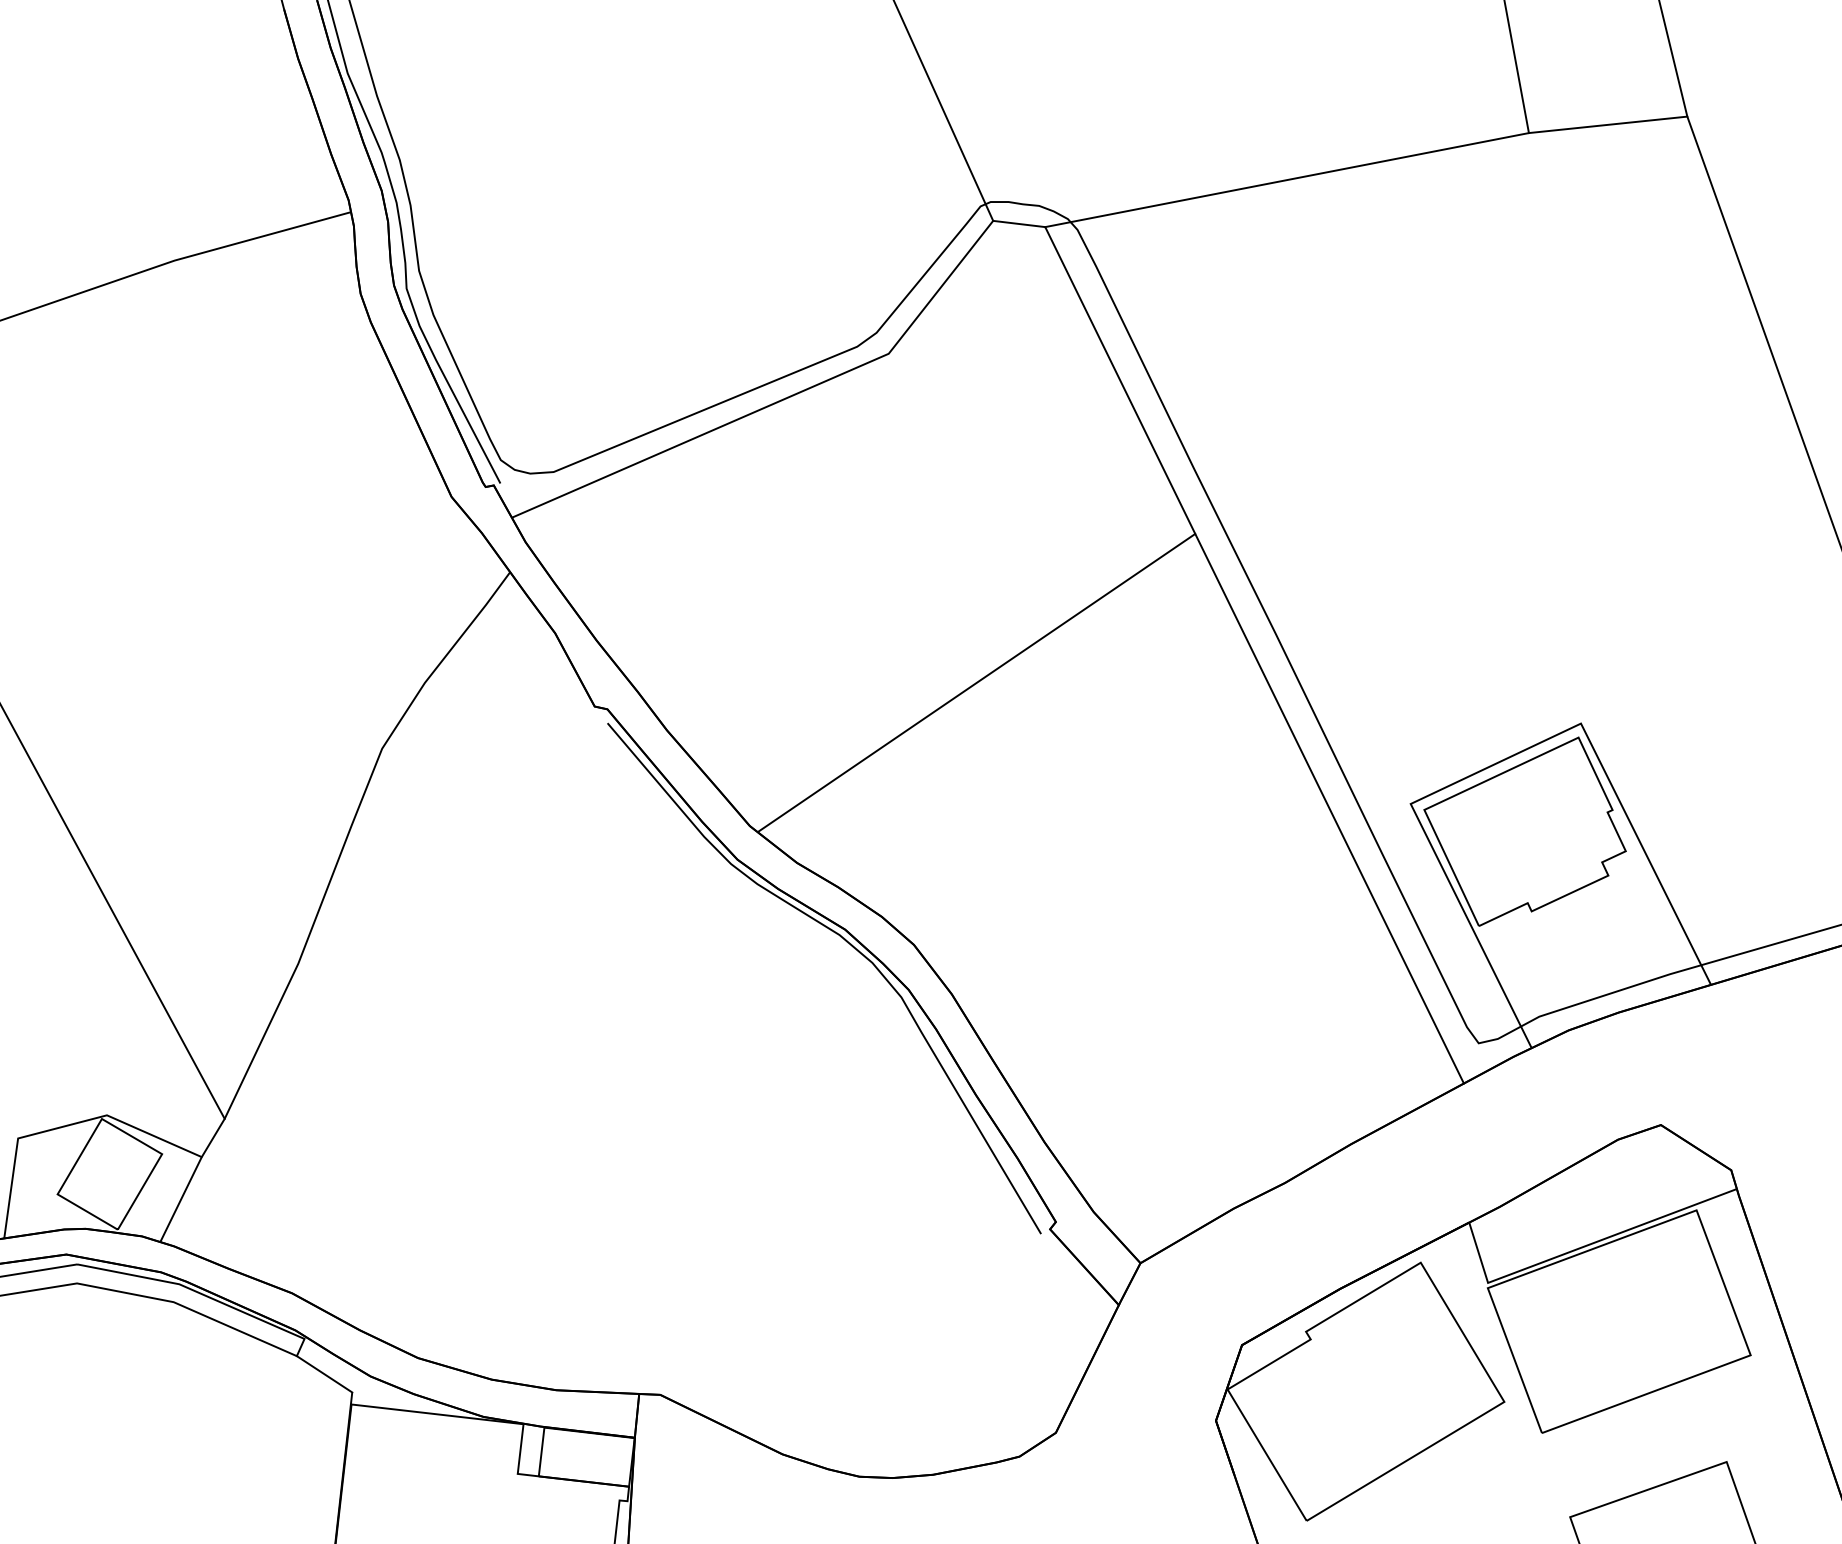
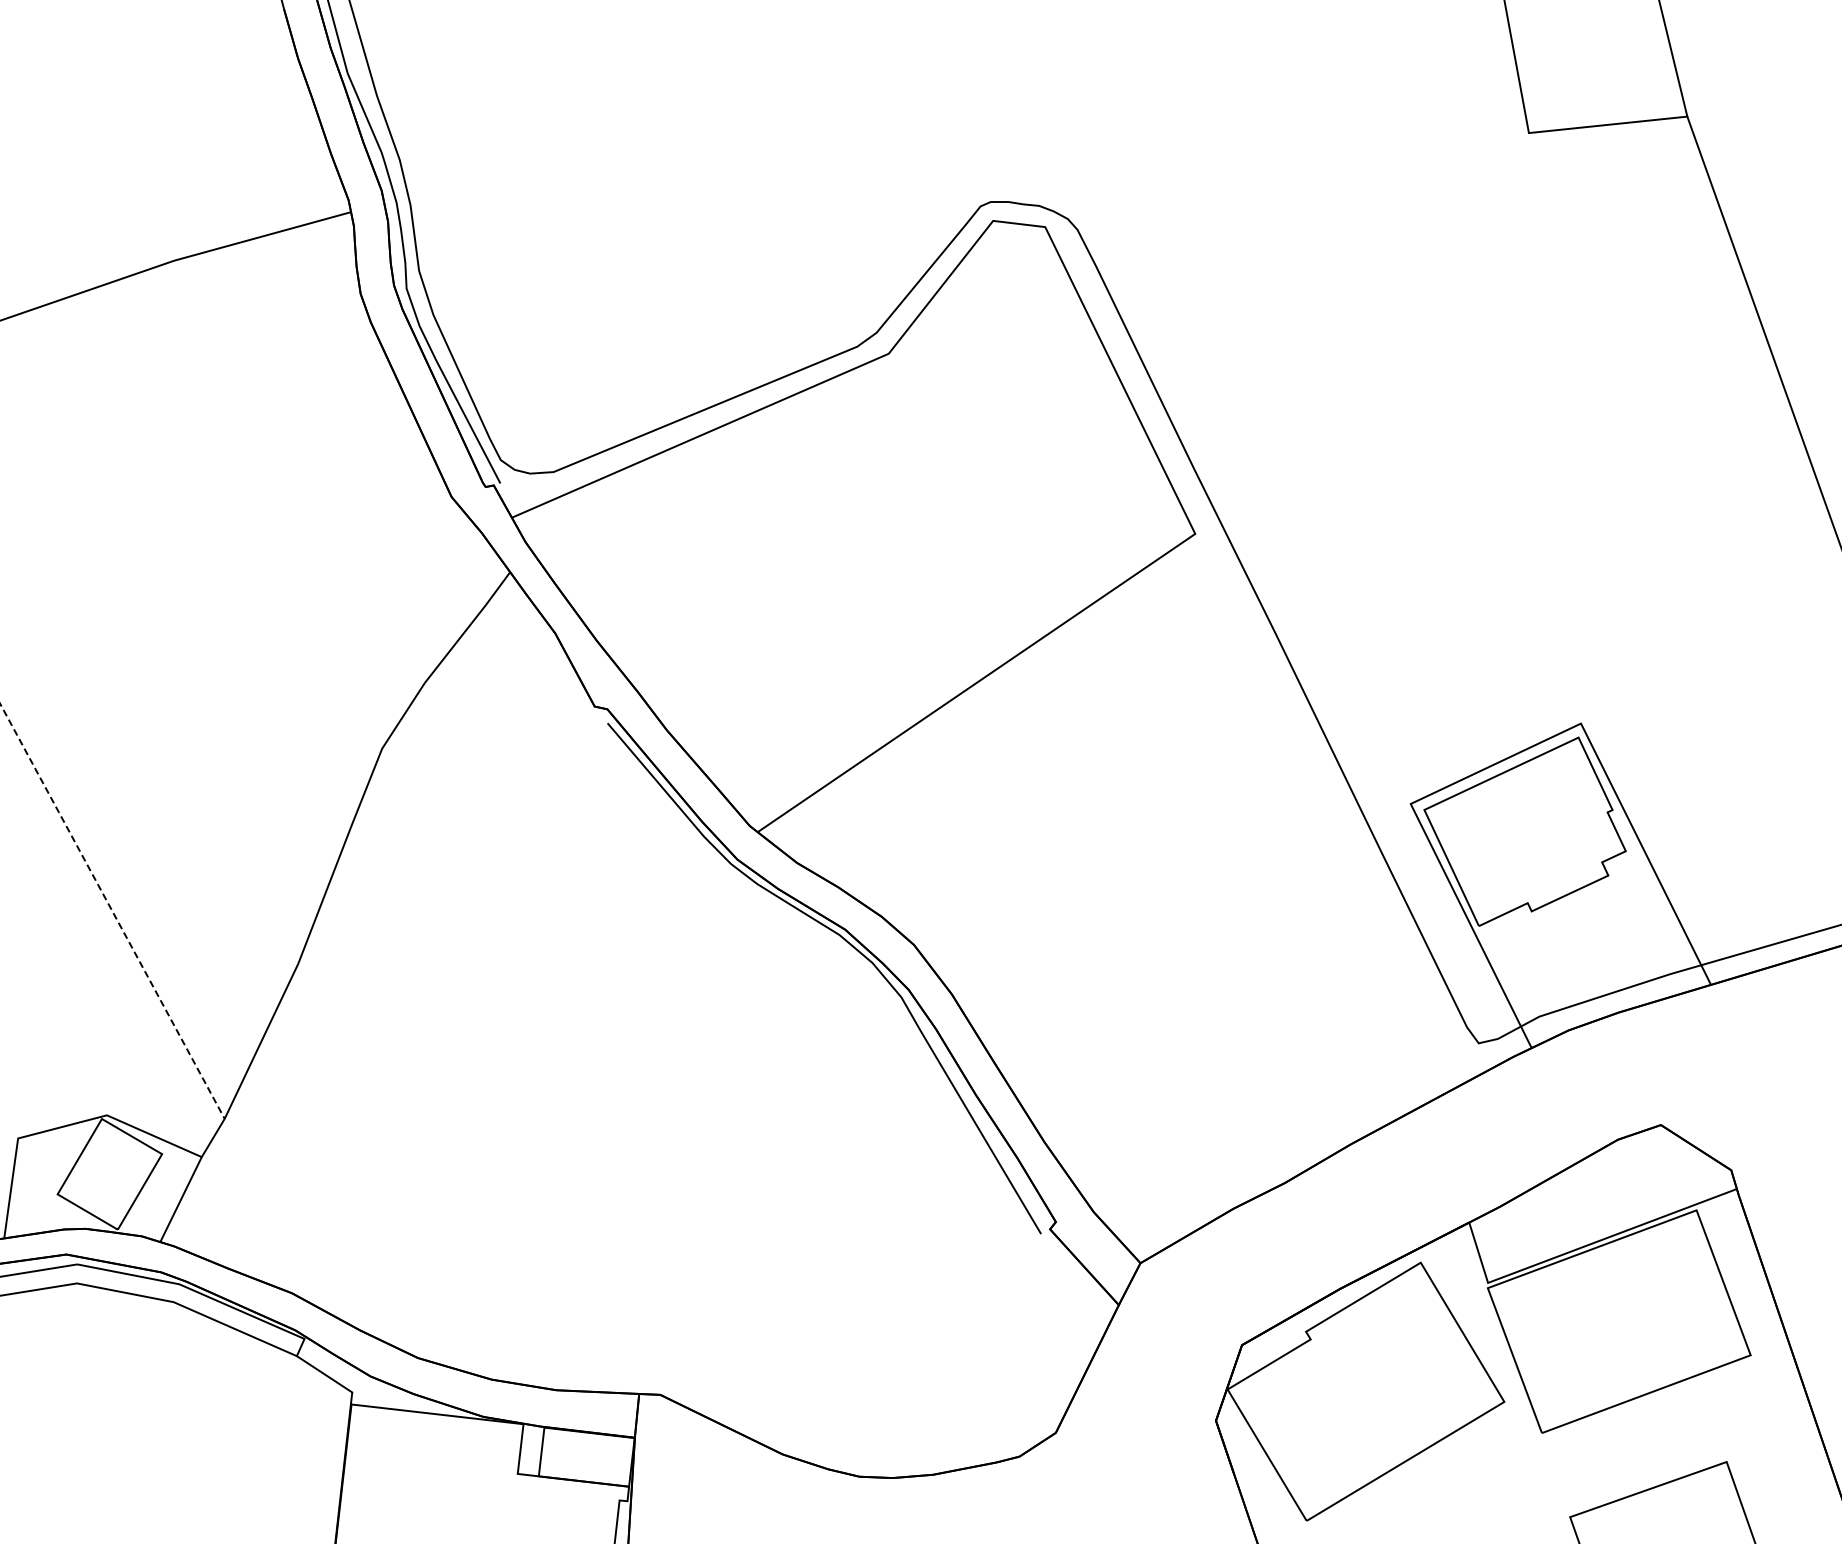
line at (943, 111): present -> none
line at (1286, 180): present -> none
line at (1329, 808): present -> none
line at (112, 911): solid -> dashed
